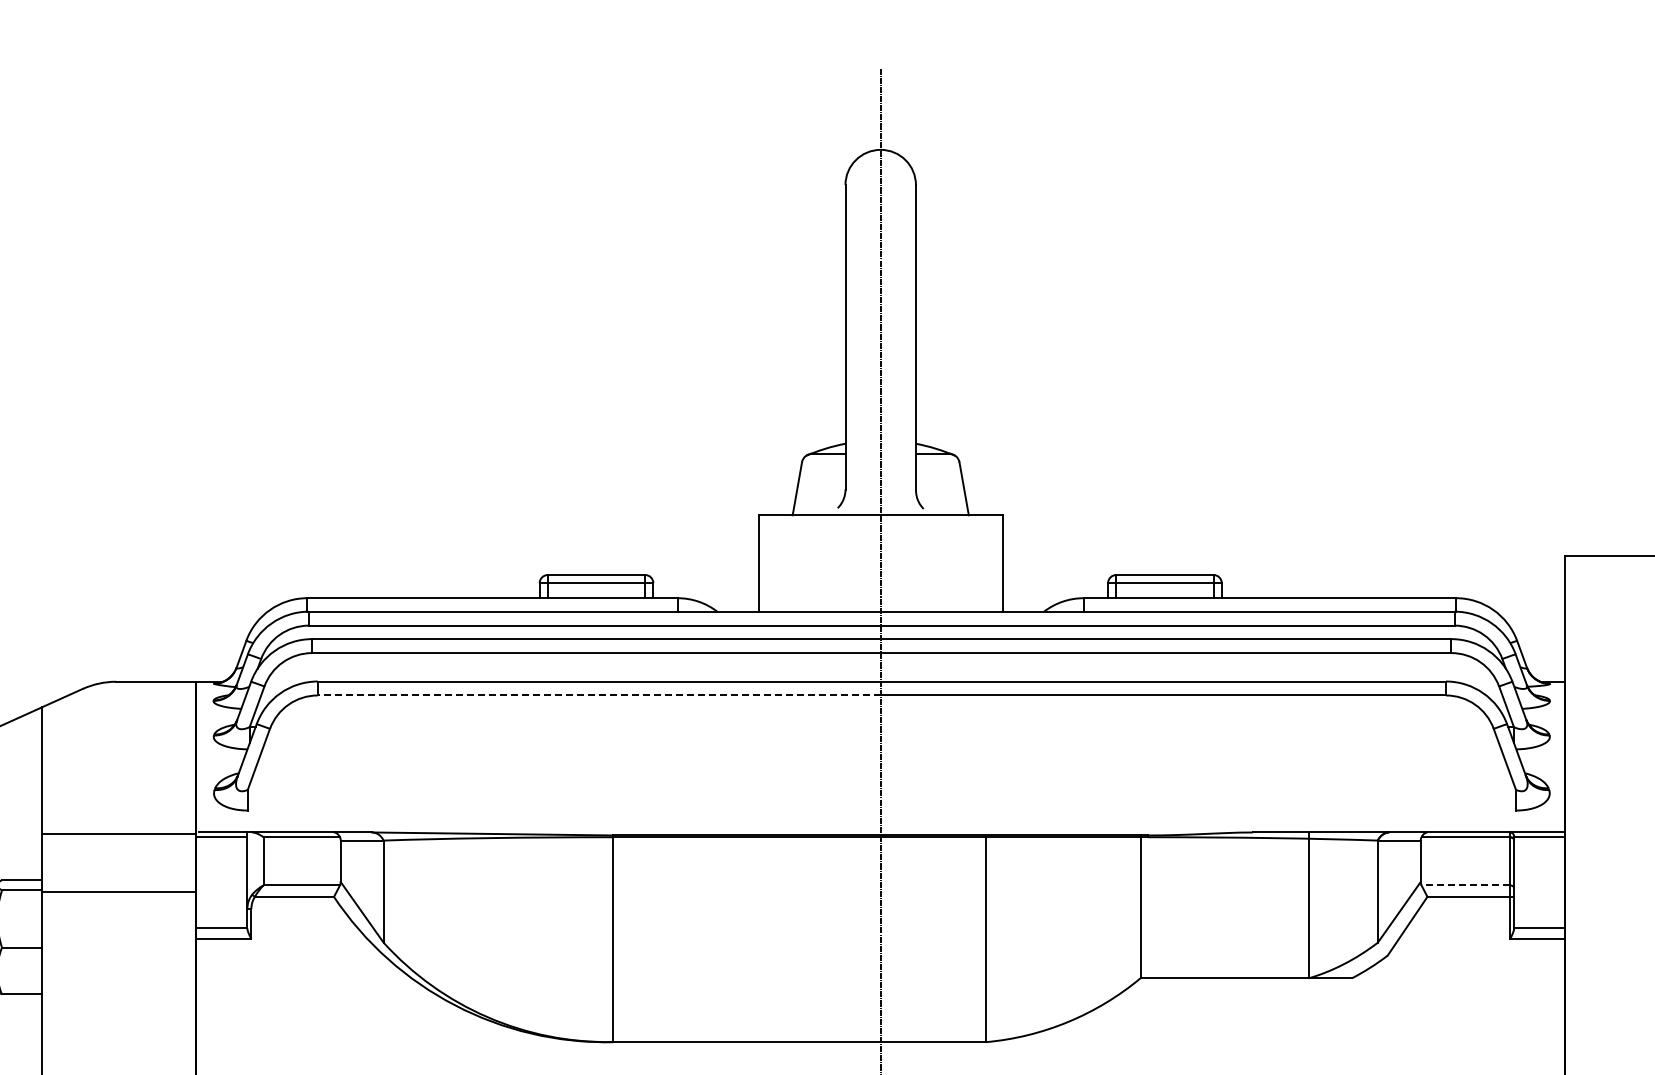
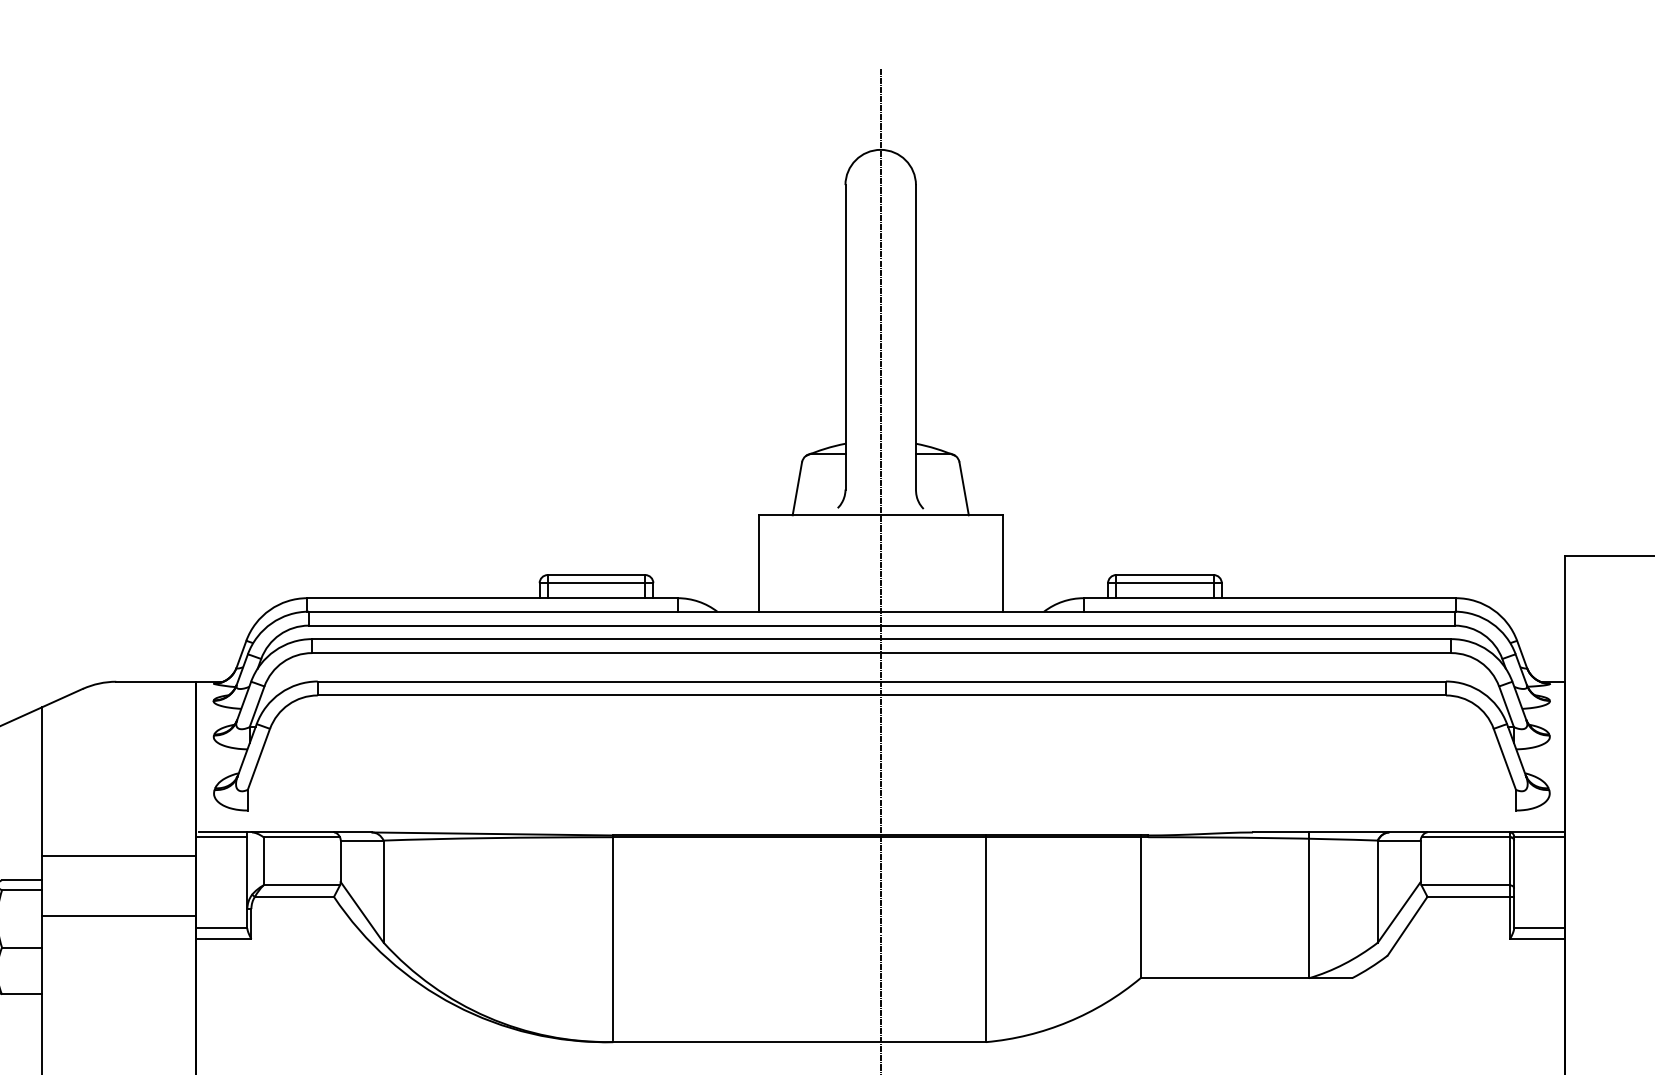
line at (598, 695): dashed -> solid
line at (118, 834) position: (118, 834) -> (118, 856)
line at (1465, 885): dashed -> solid
line at (118, 892) position: (118, 892) -> (118, 916)
